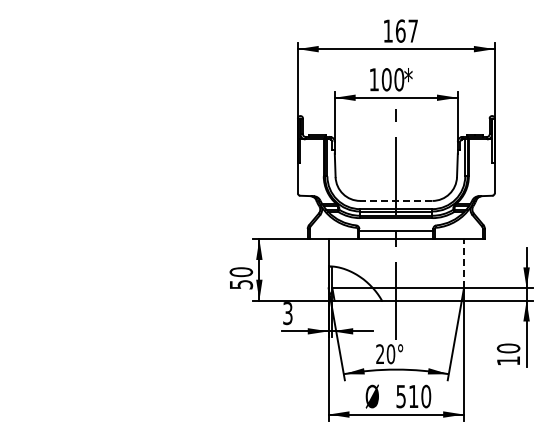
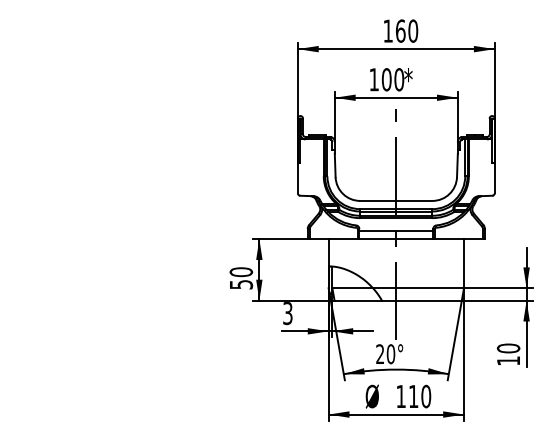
text at (413, 30): 167 -> 160
line at (395, 200): dashed -> solid
line at (464, 263): dashed -> solid
text at (400, 396): 510 -> 110
